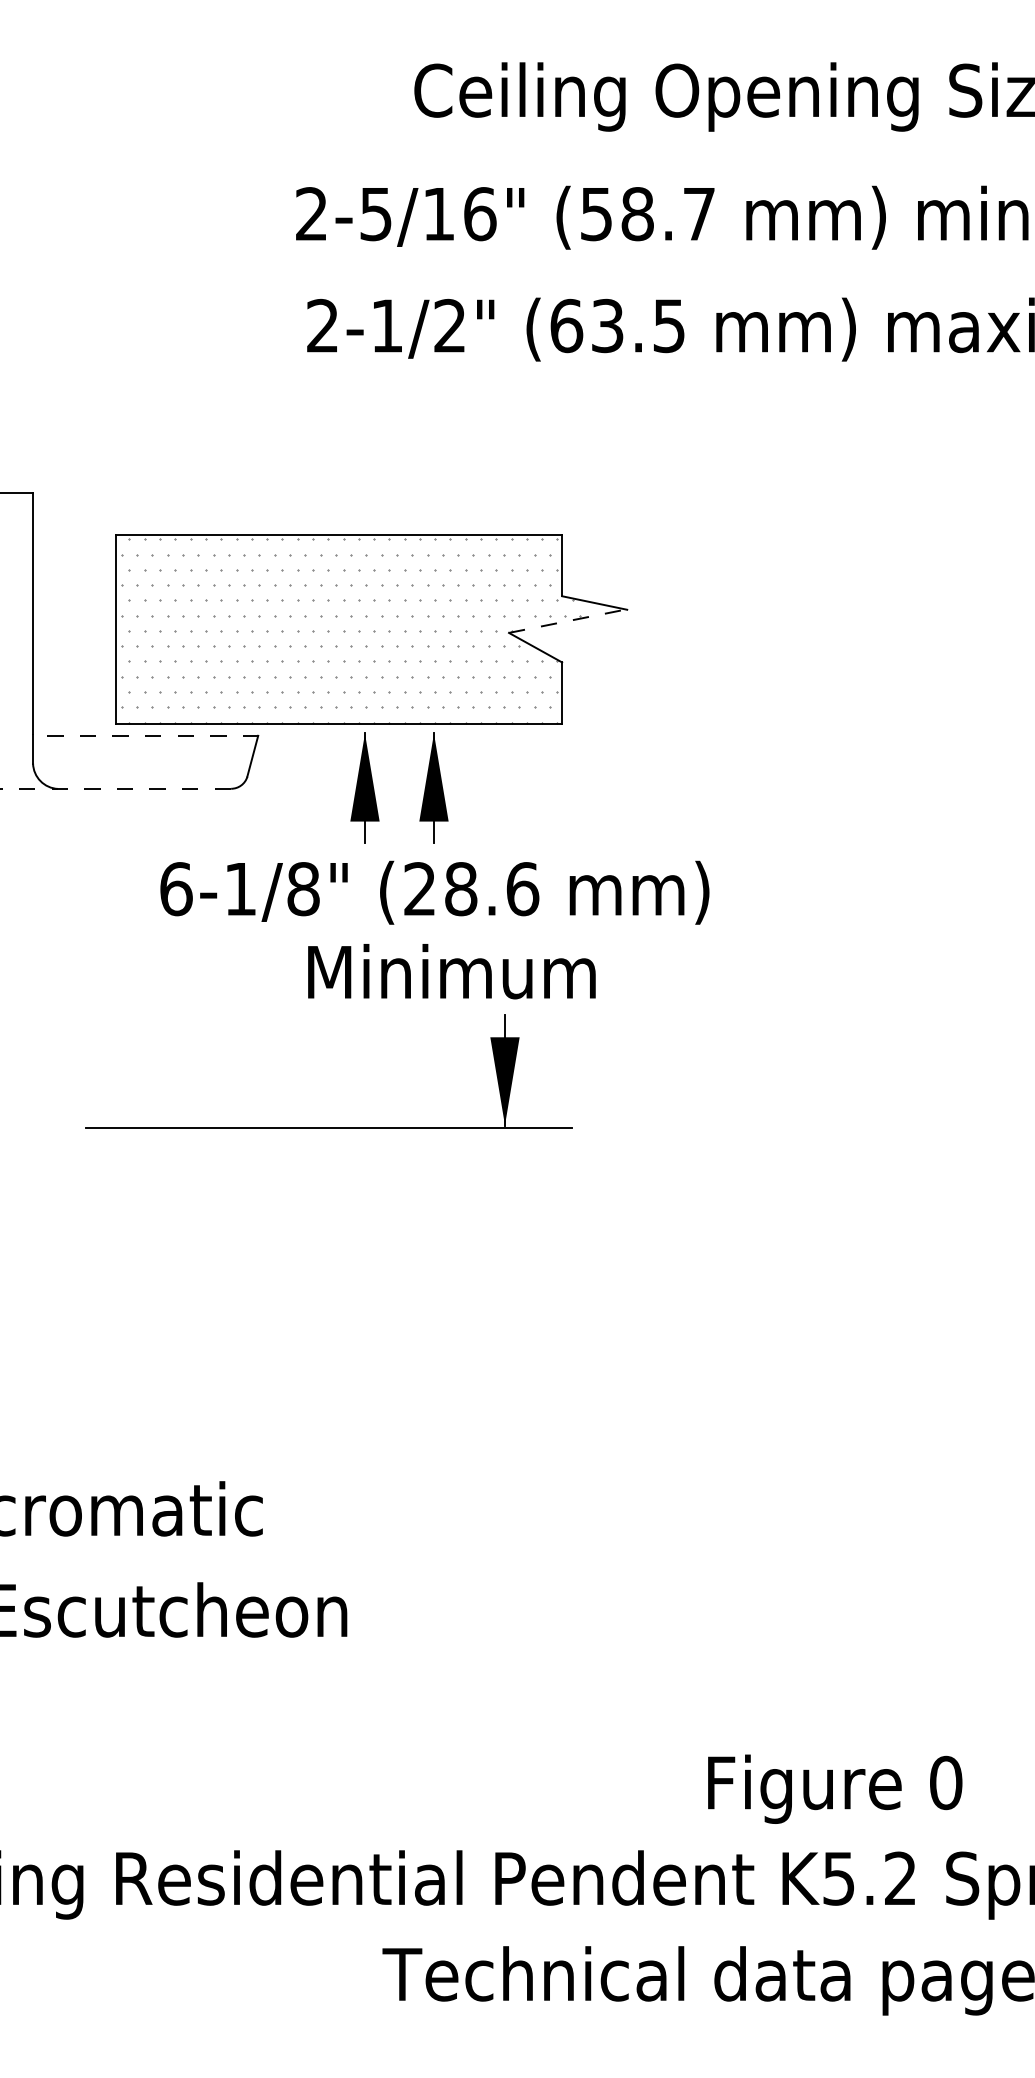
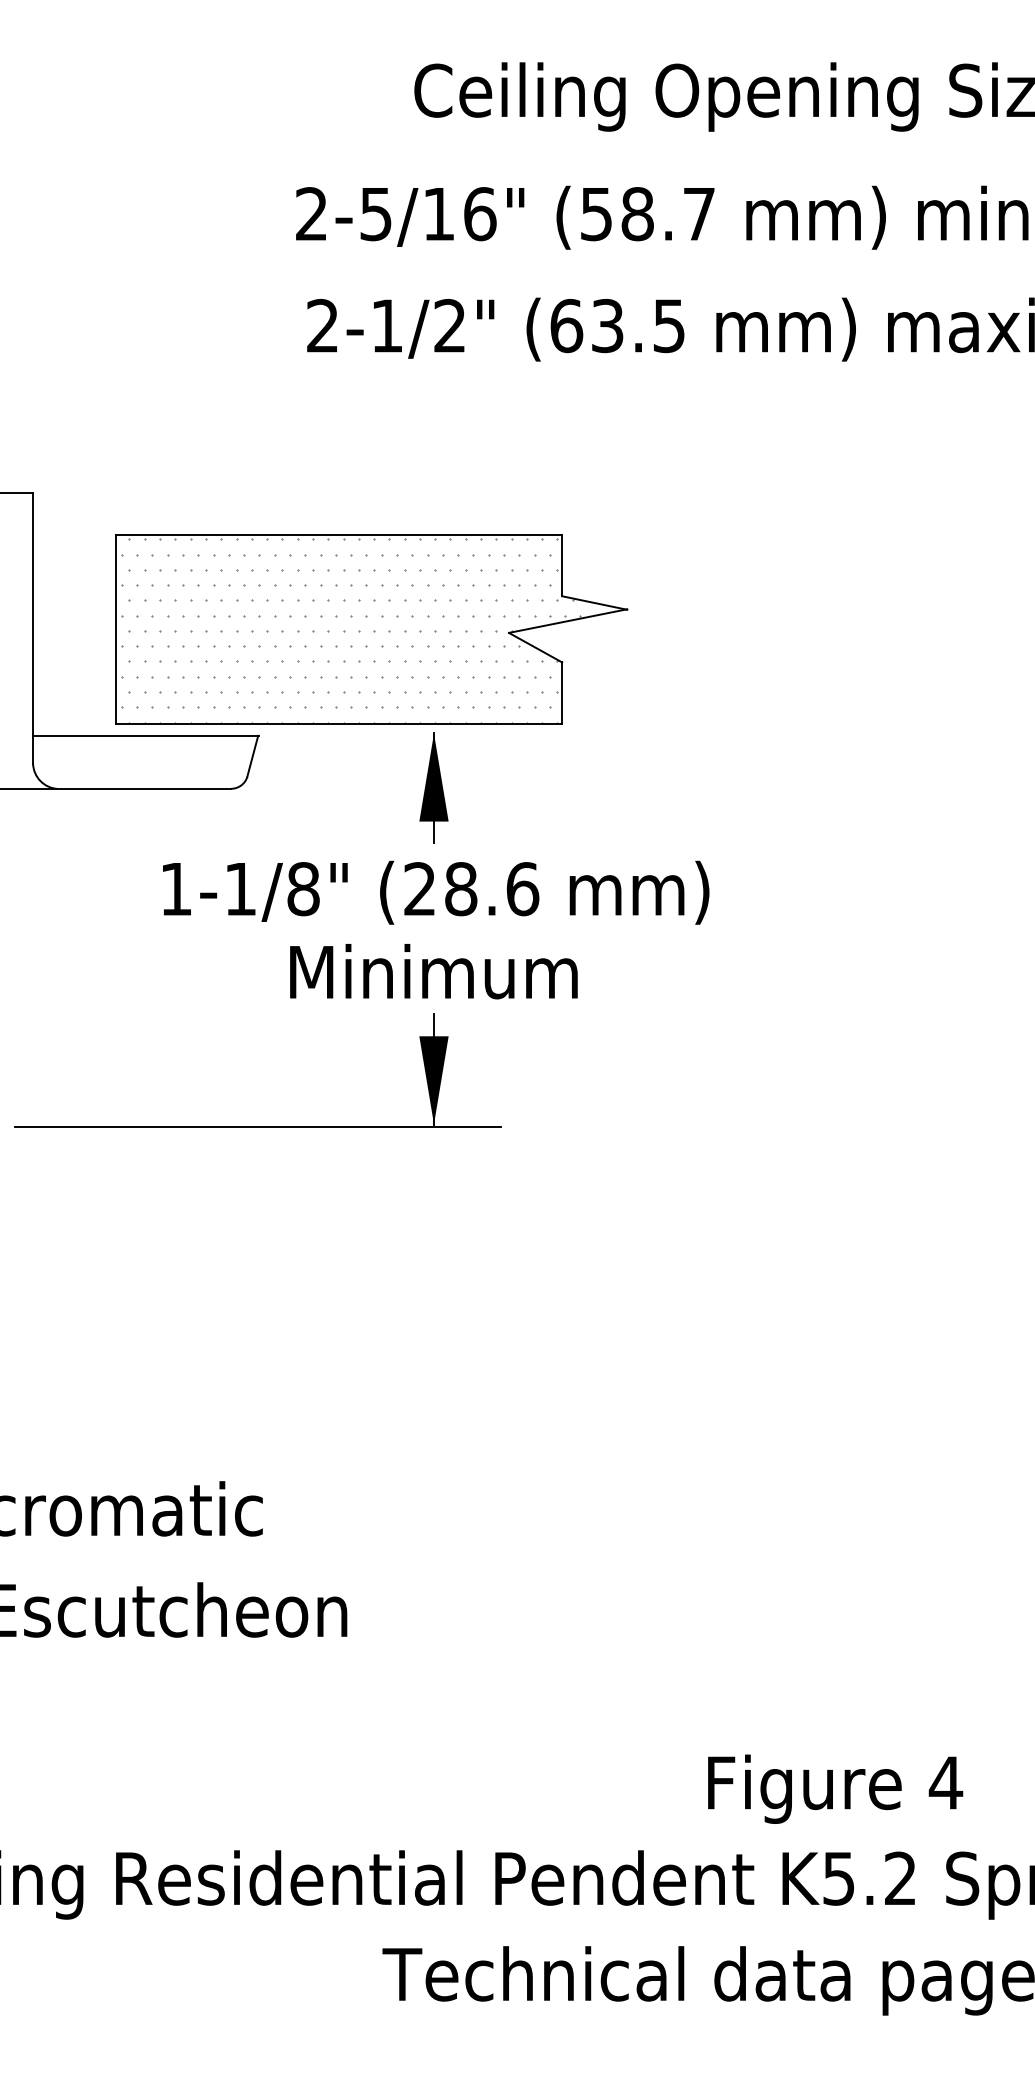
line at (568, 621): dashed -> solid
line at (145, 735): dashed -> solid
part at (364, 787): present -> none
line at (115, 788): dashed -> solid
text at (176, 889): 6-1/8" -> 1-1/8"
text at (451, 971) position: (451, 971) -> (433, 971)
part at (328, 1127) position: (328, 1127) -> (257, 1126)
text at (945, 1782): 0 -> 4
